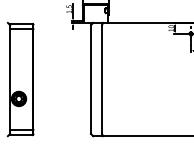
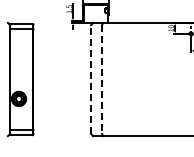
line at (91, 79): solid -> dashed
line at (102, 80): solid -> dashed
